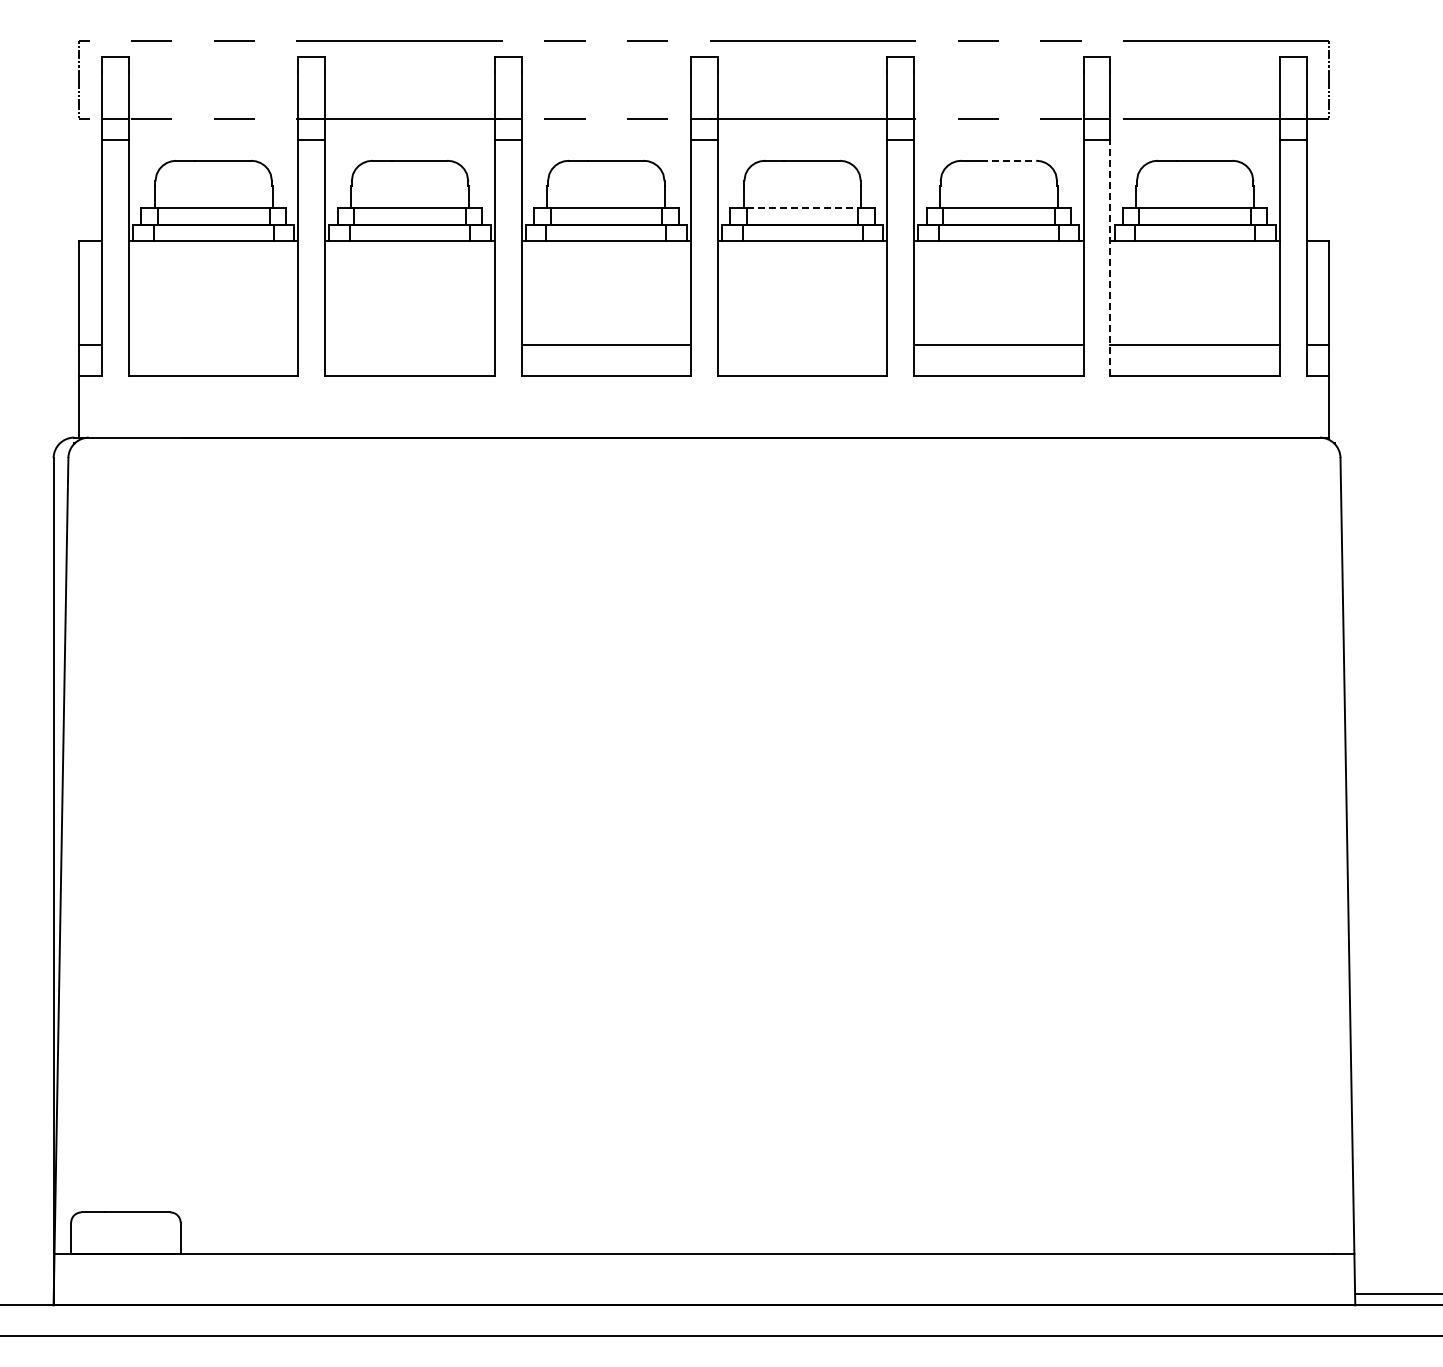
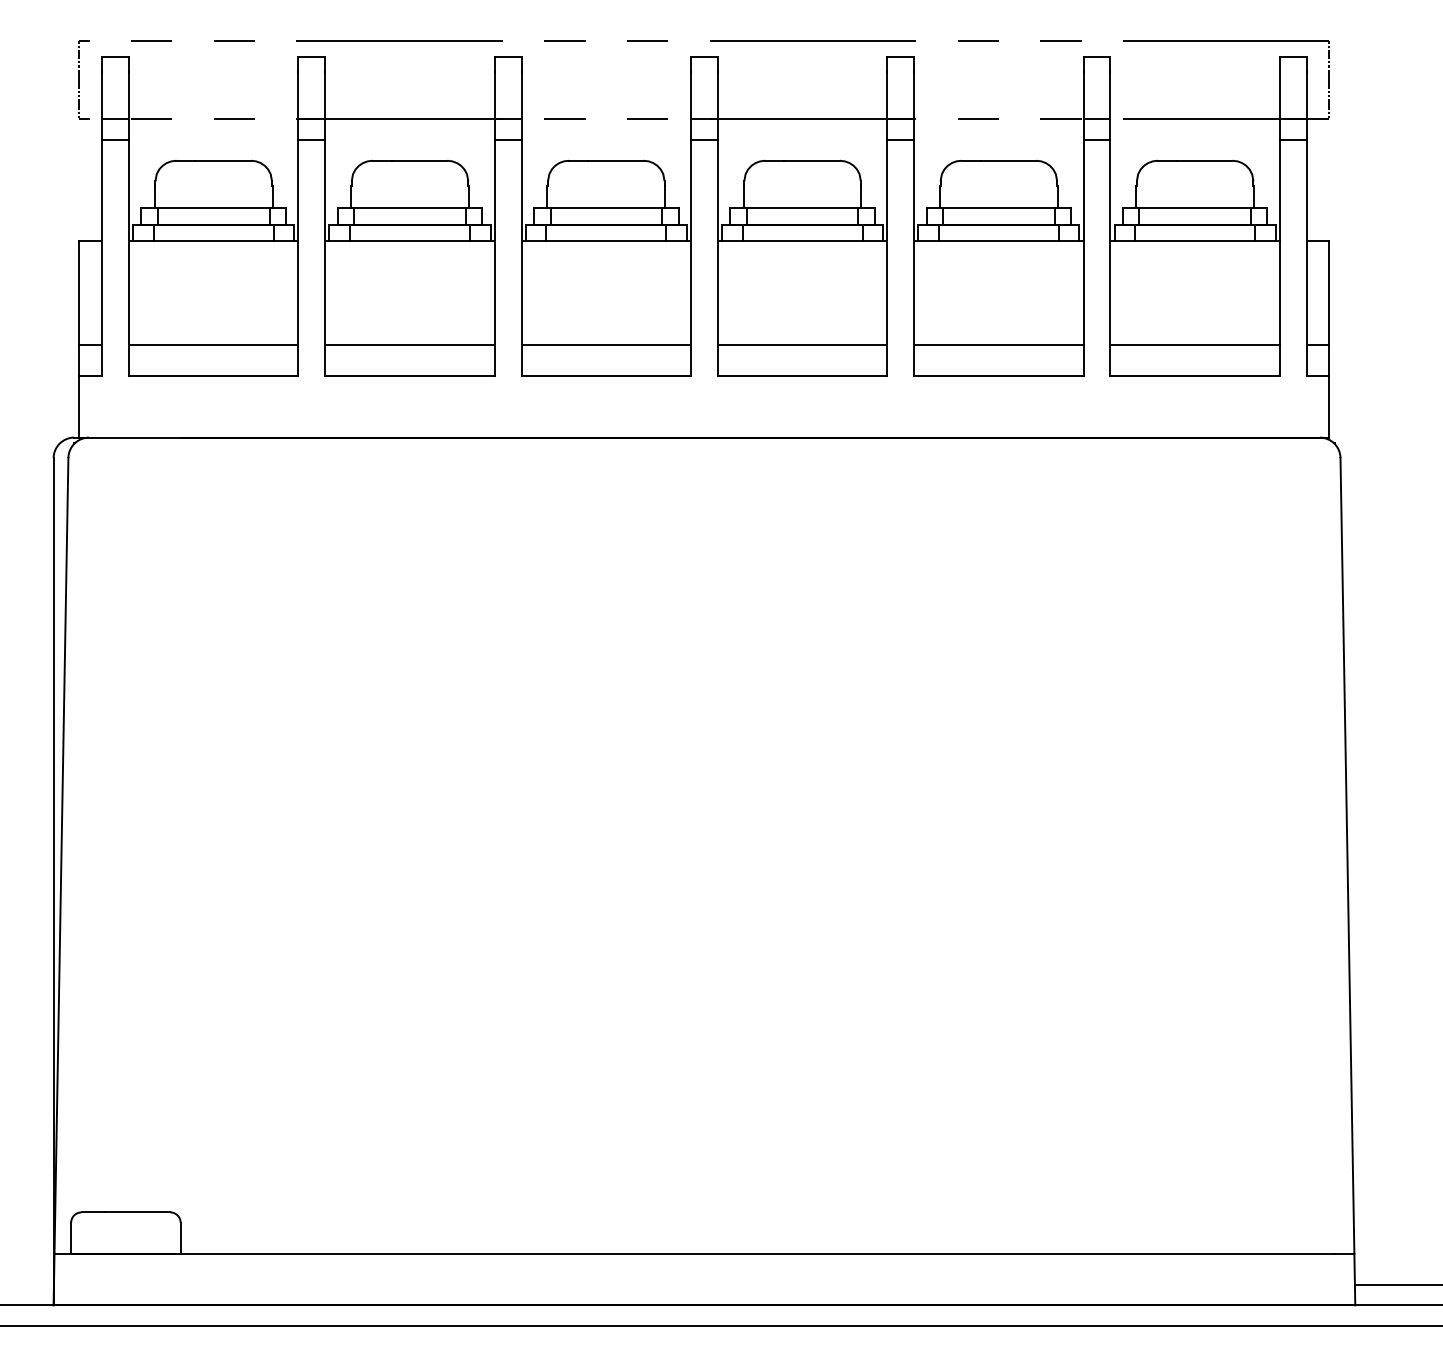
line at (1008, 160): dashed -> solid
line at (802, 208): dashed -> solid
line at (1110, 257): dashed -> solid
line at (213, 344): none -> present
line at (409, 344): none -> present
line at (802, 344): none -> present
line at (1396, 1293) position: (1396, 1293) -> (1396, 1284)
line at (720, 1336) position: (720, 1336) -> (720, 1326)
